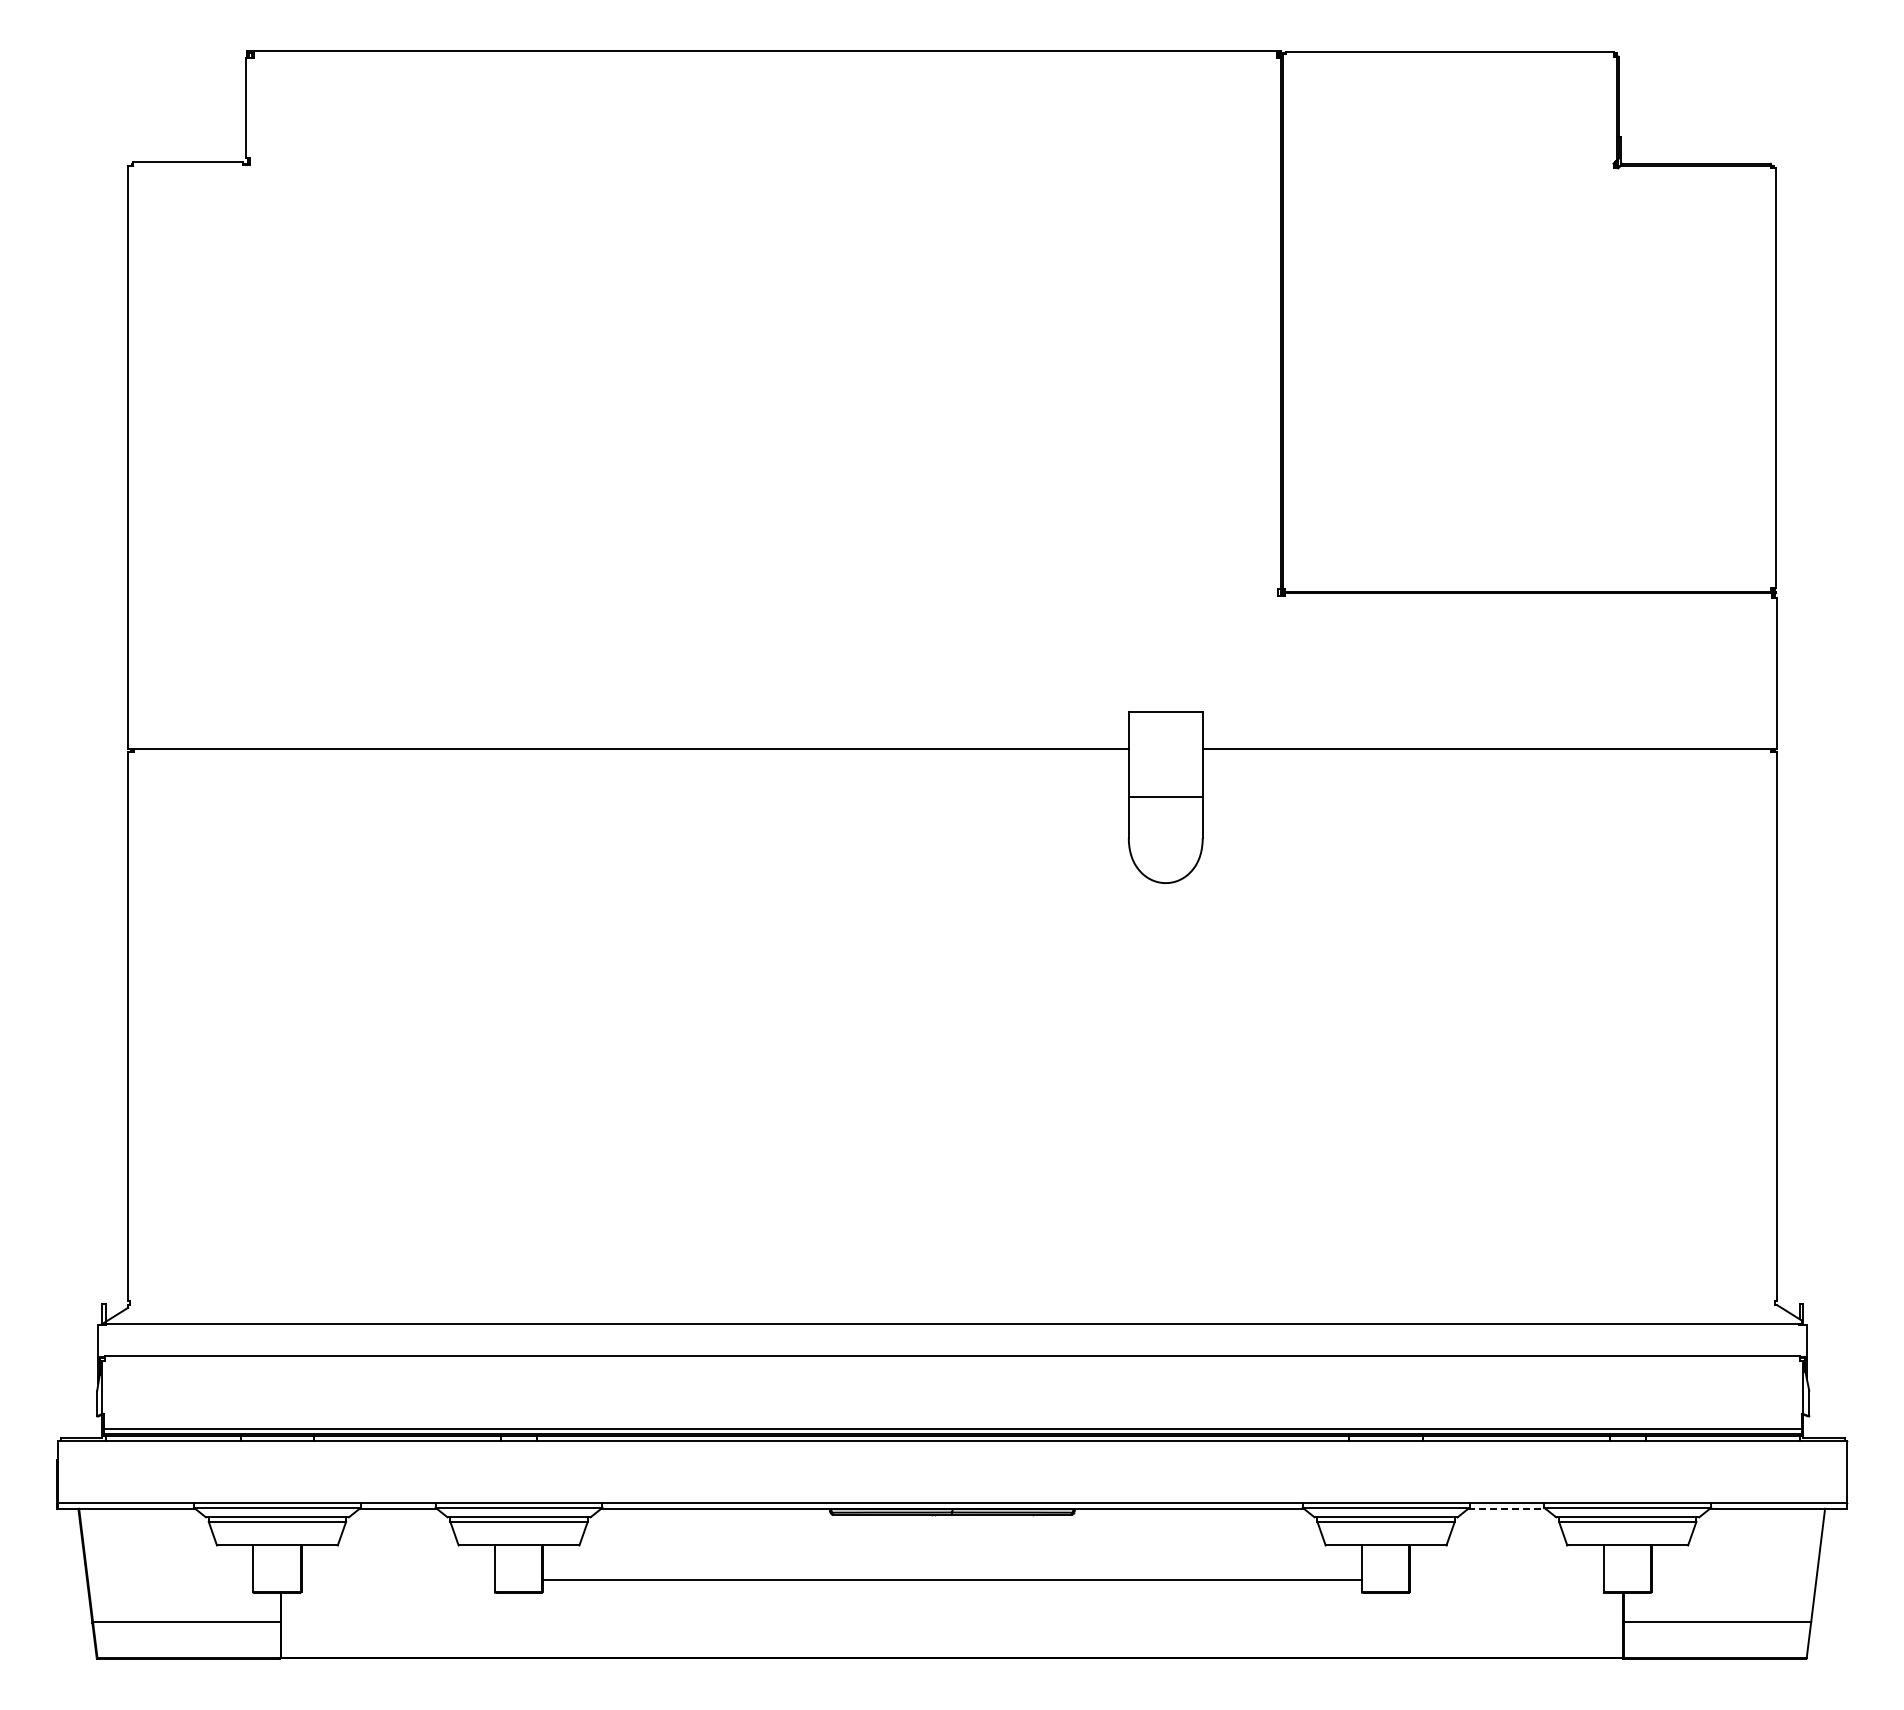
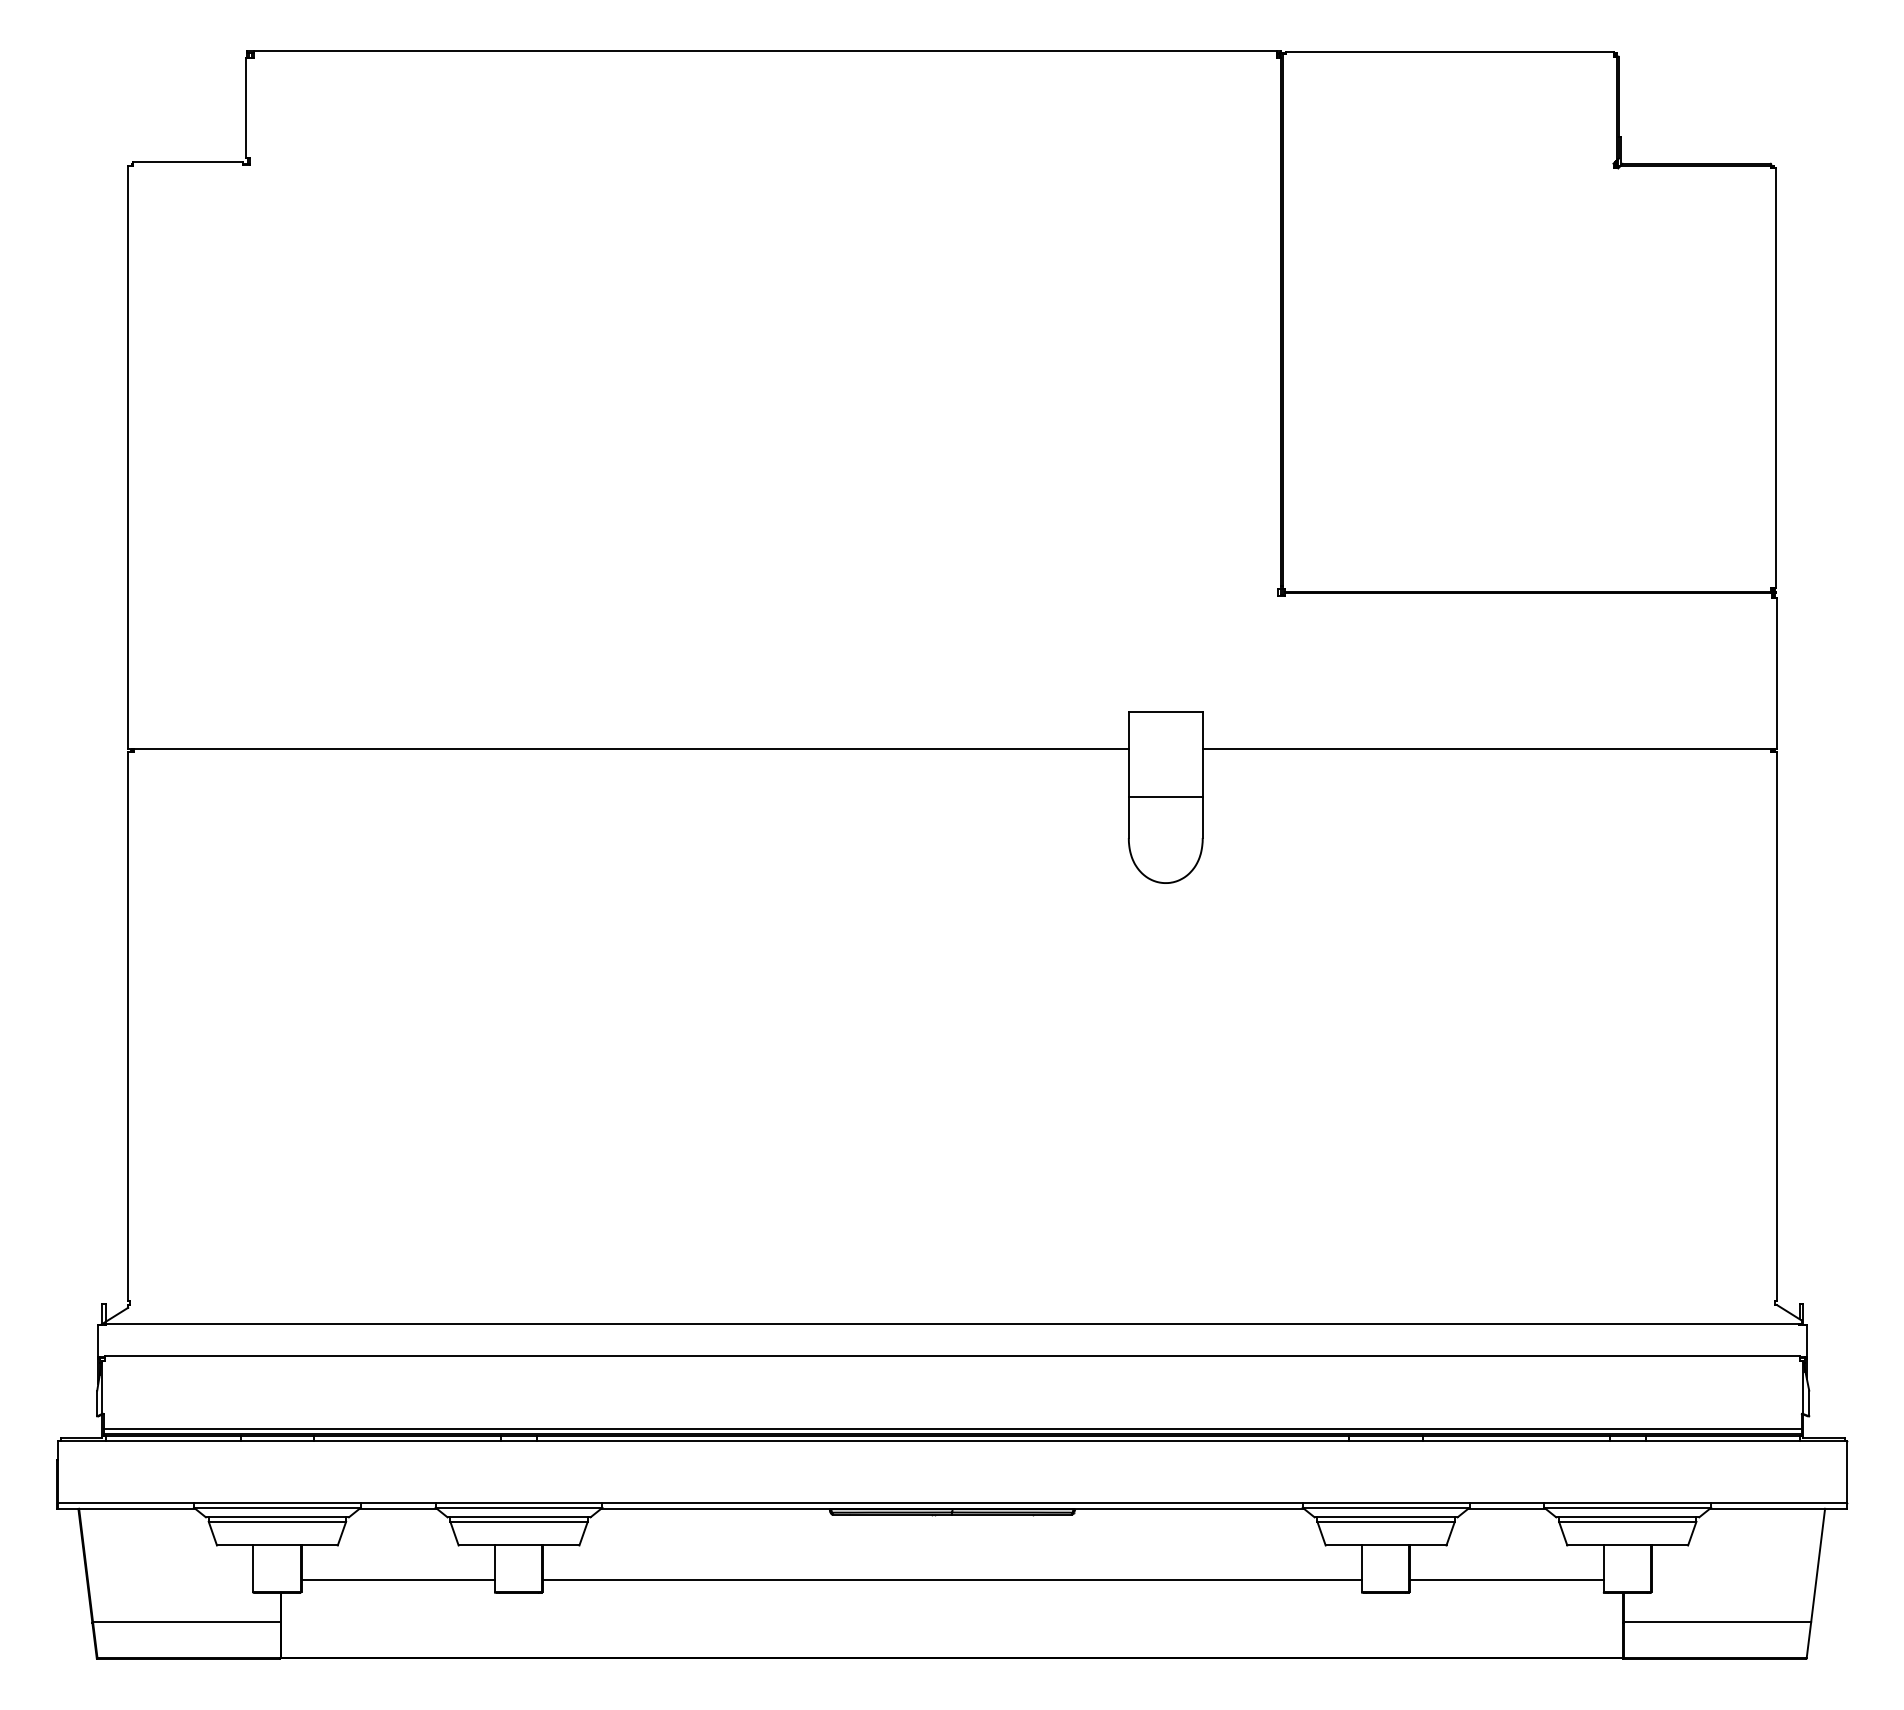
line at (1506, 1508): dashed -> solid
line at (397, 1579): none -> present
line at (1506, 1579): none -> present
